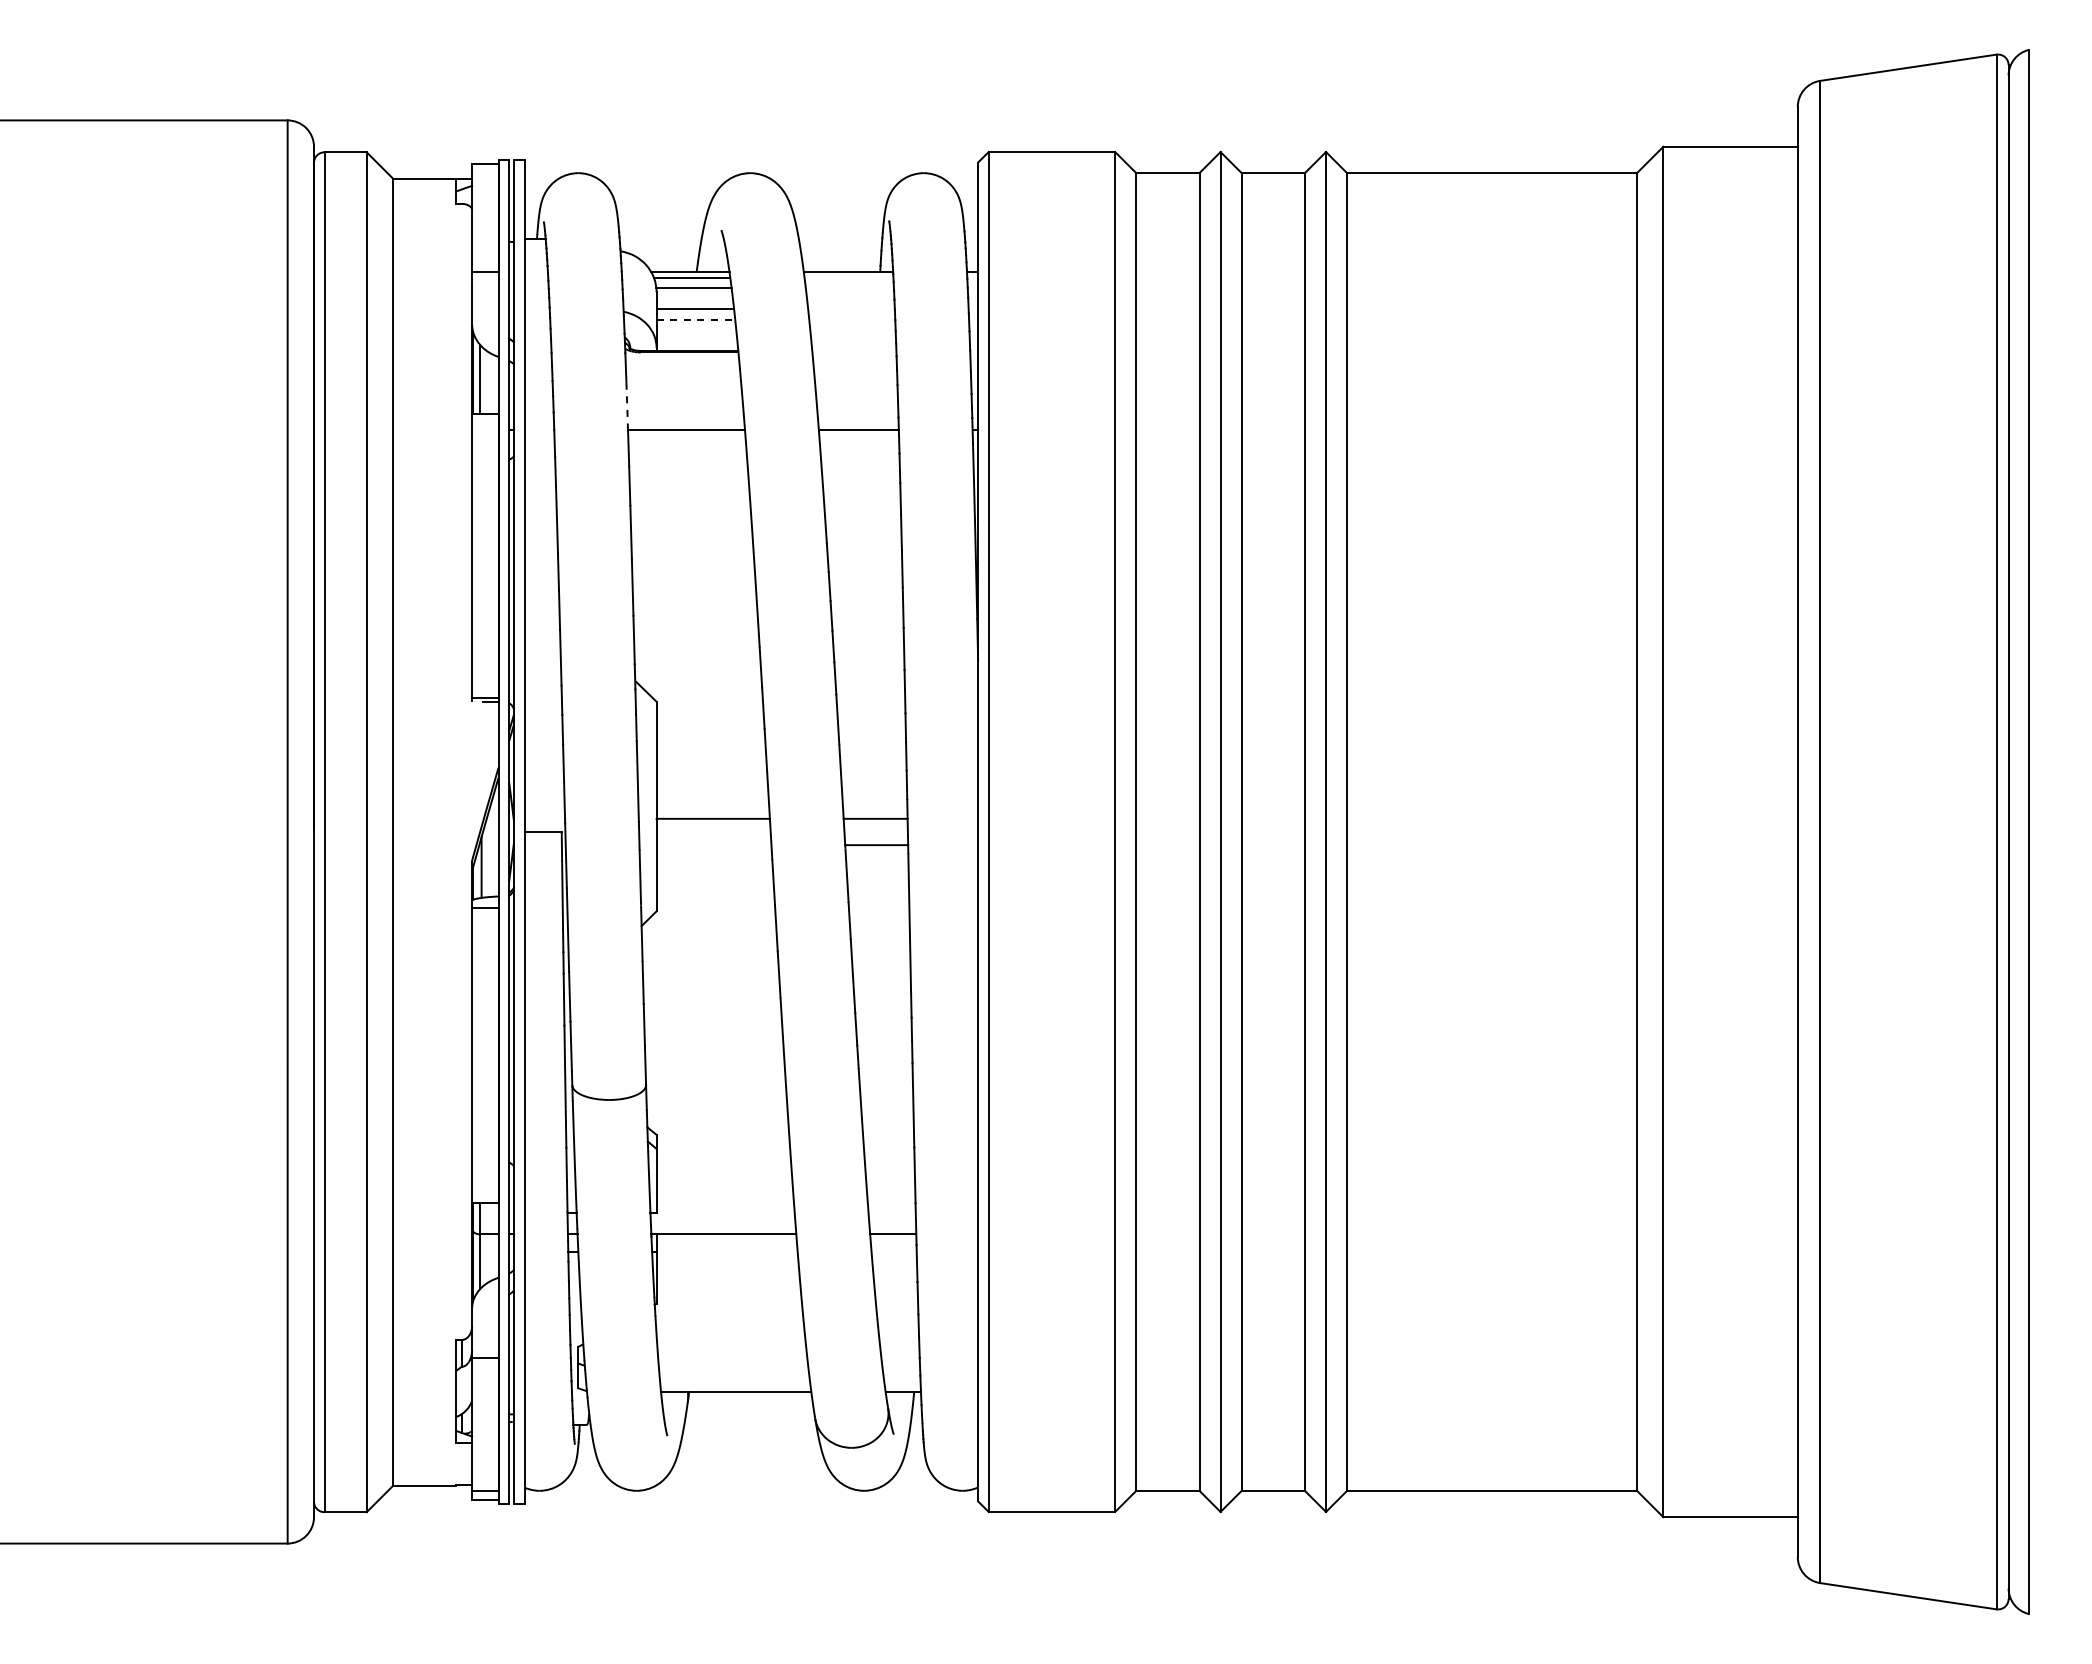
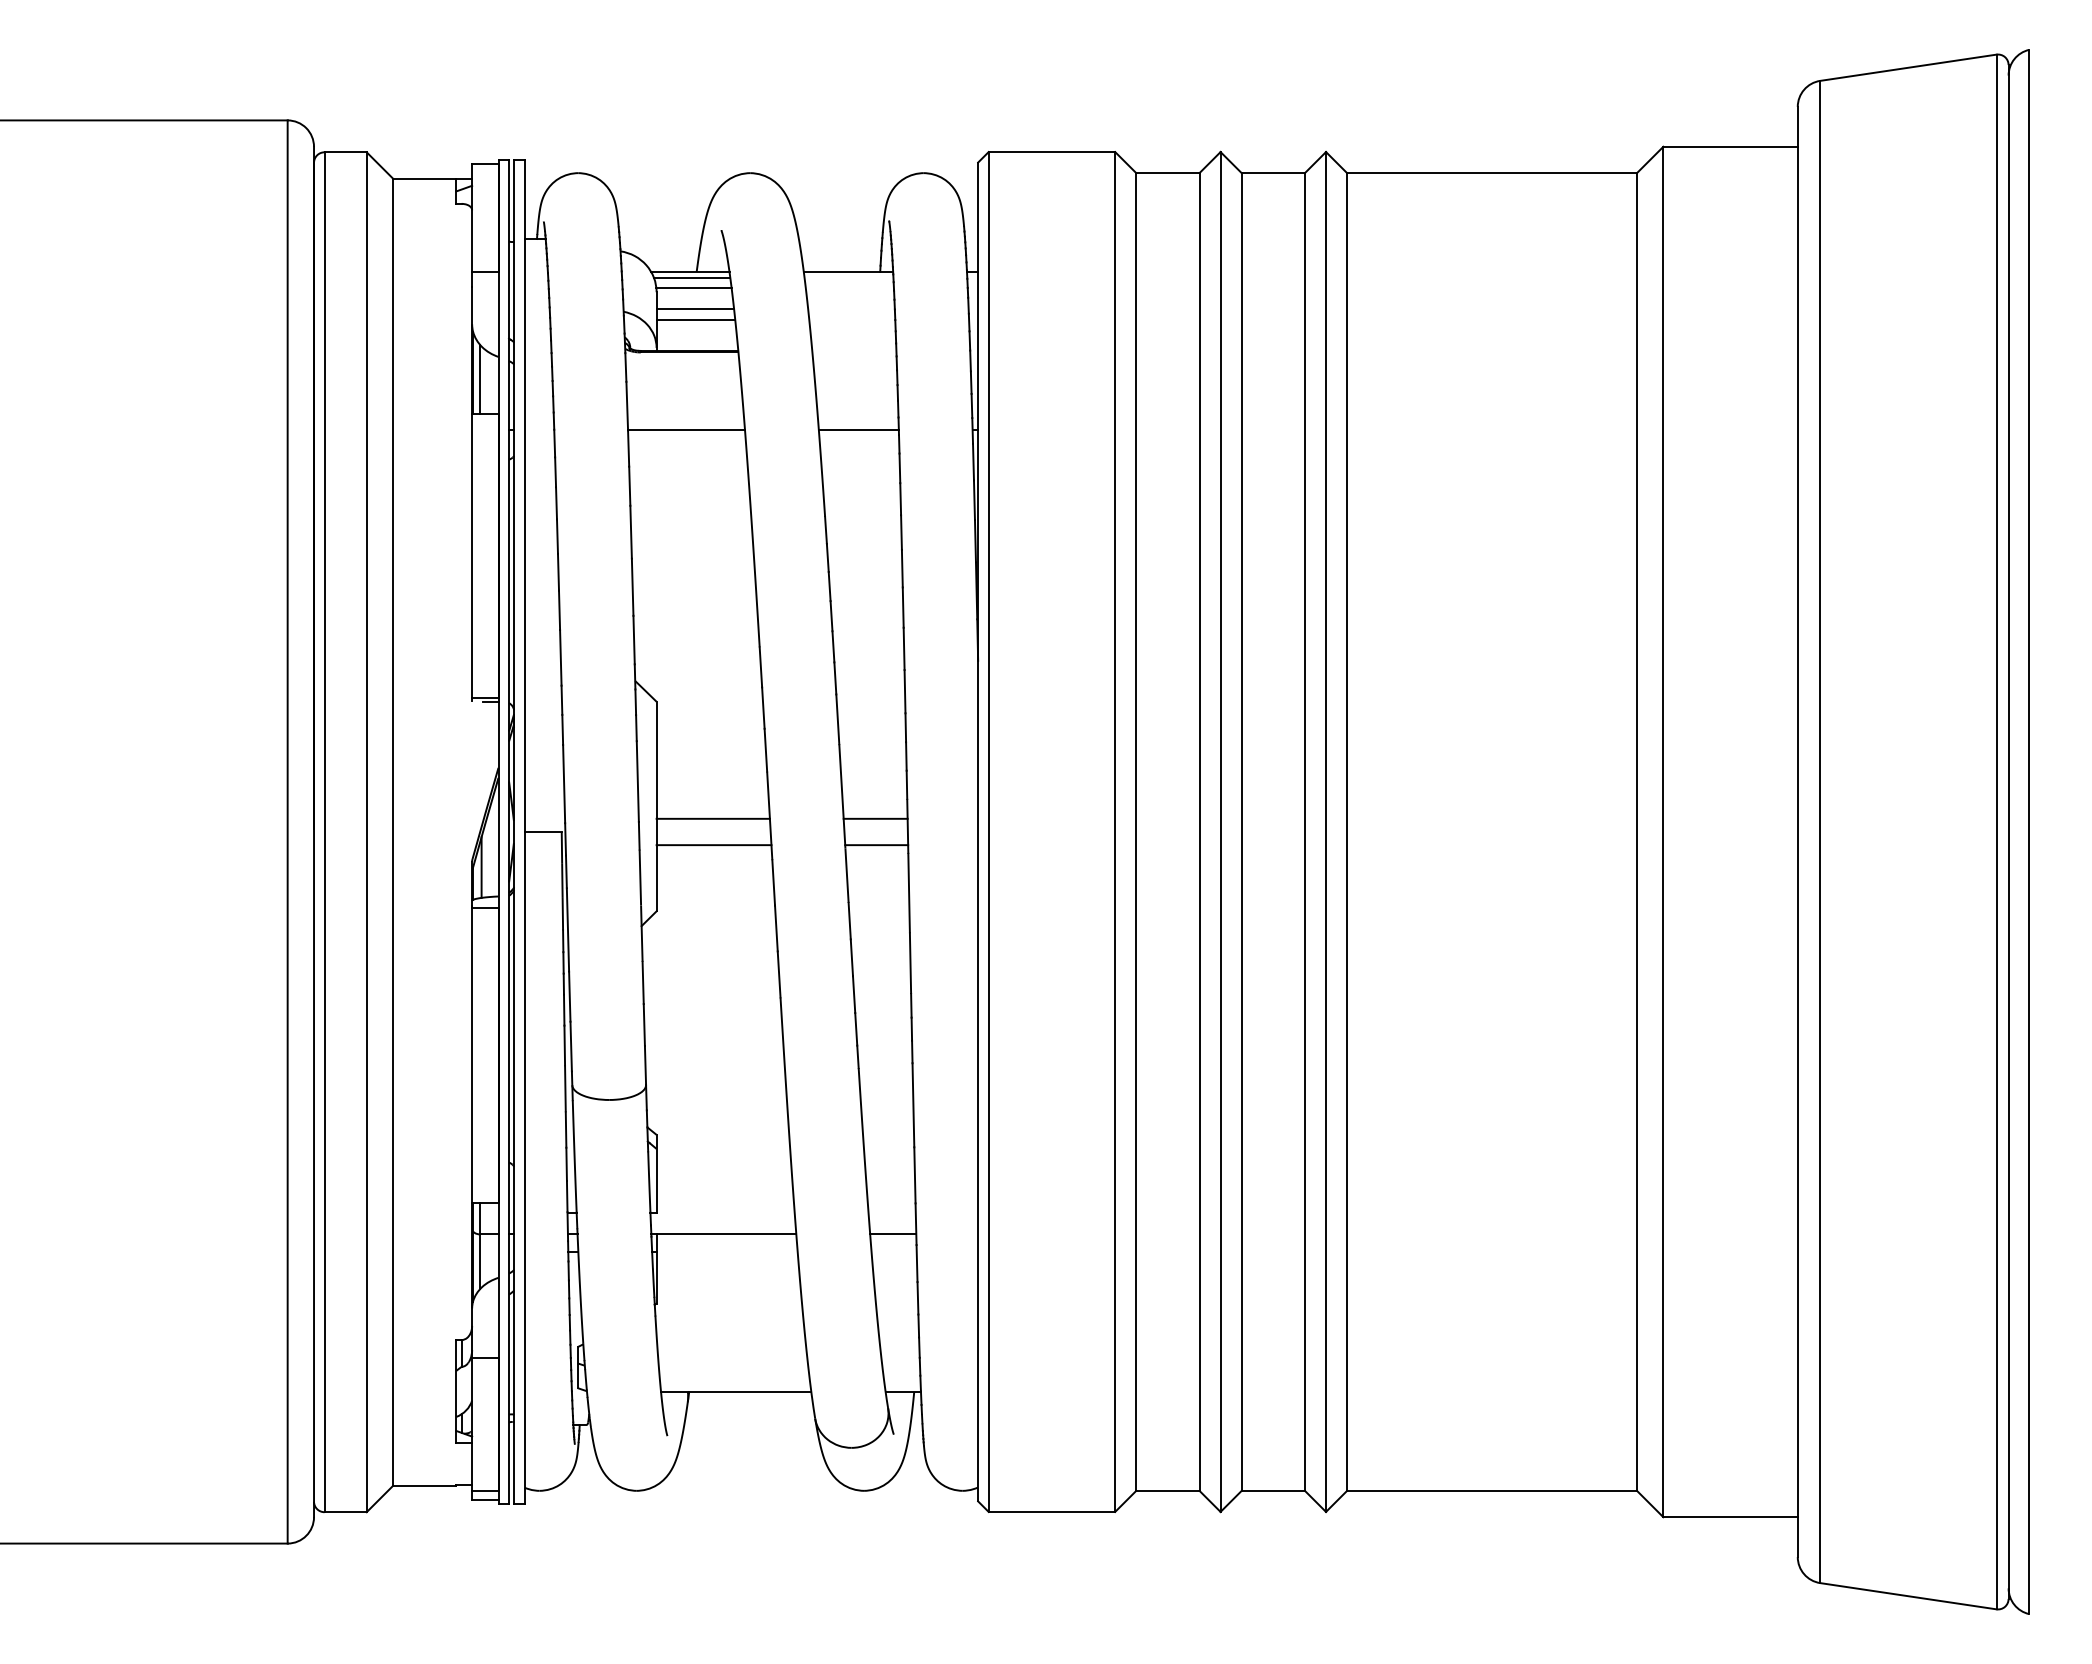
line at (696, 319): dashed -> solid
line at (627, 405): dashed -> solid
line at (713, 845): none -> present
